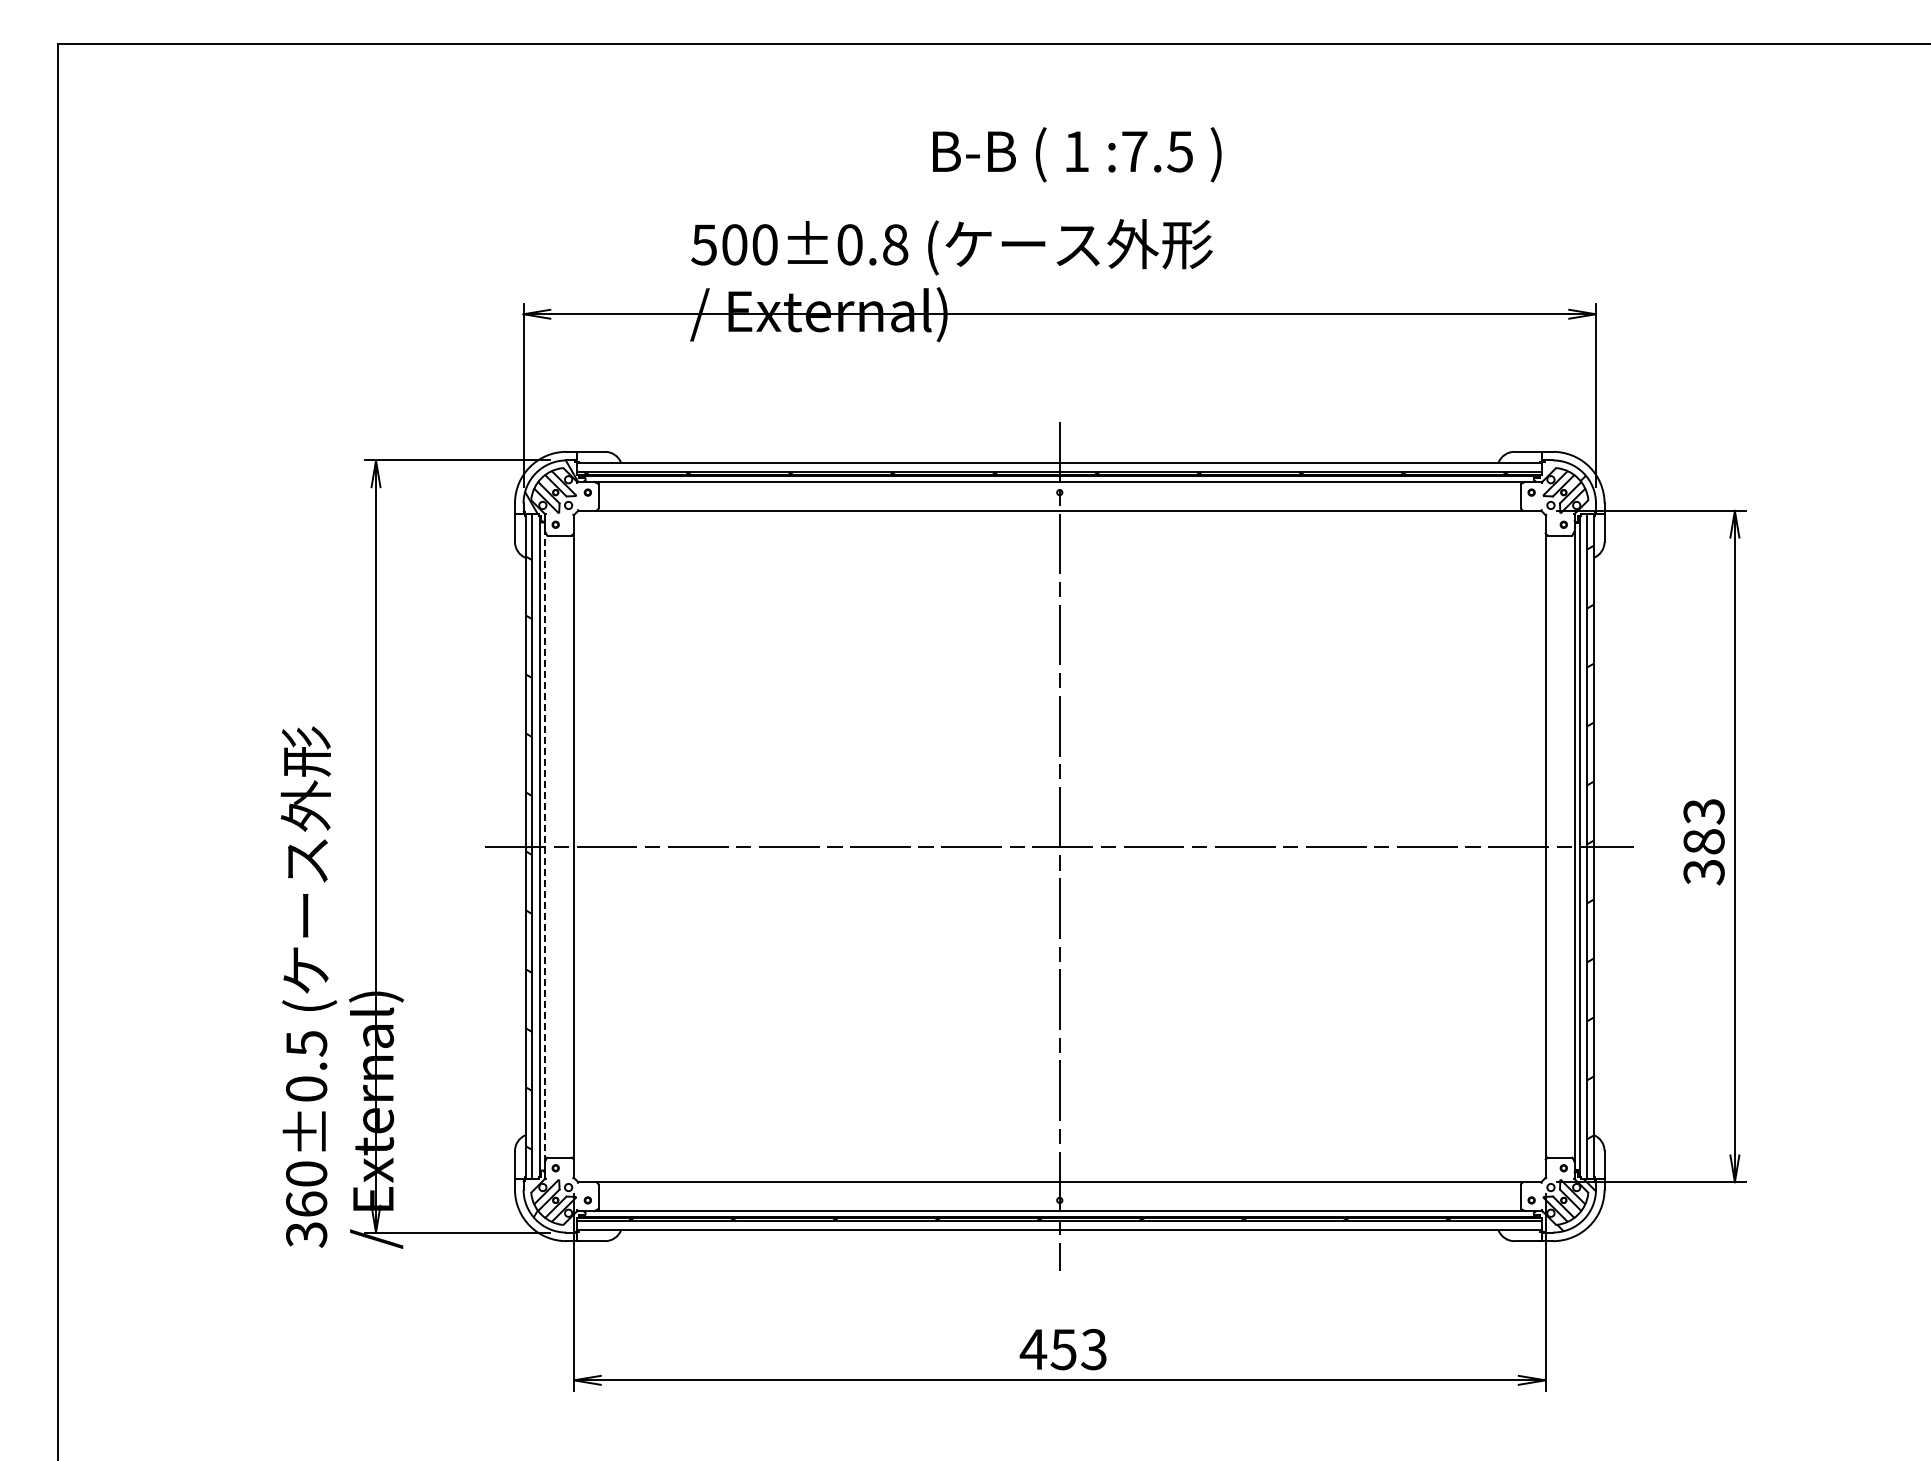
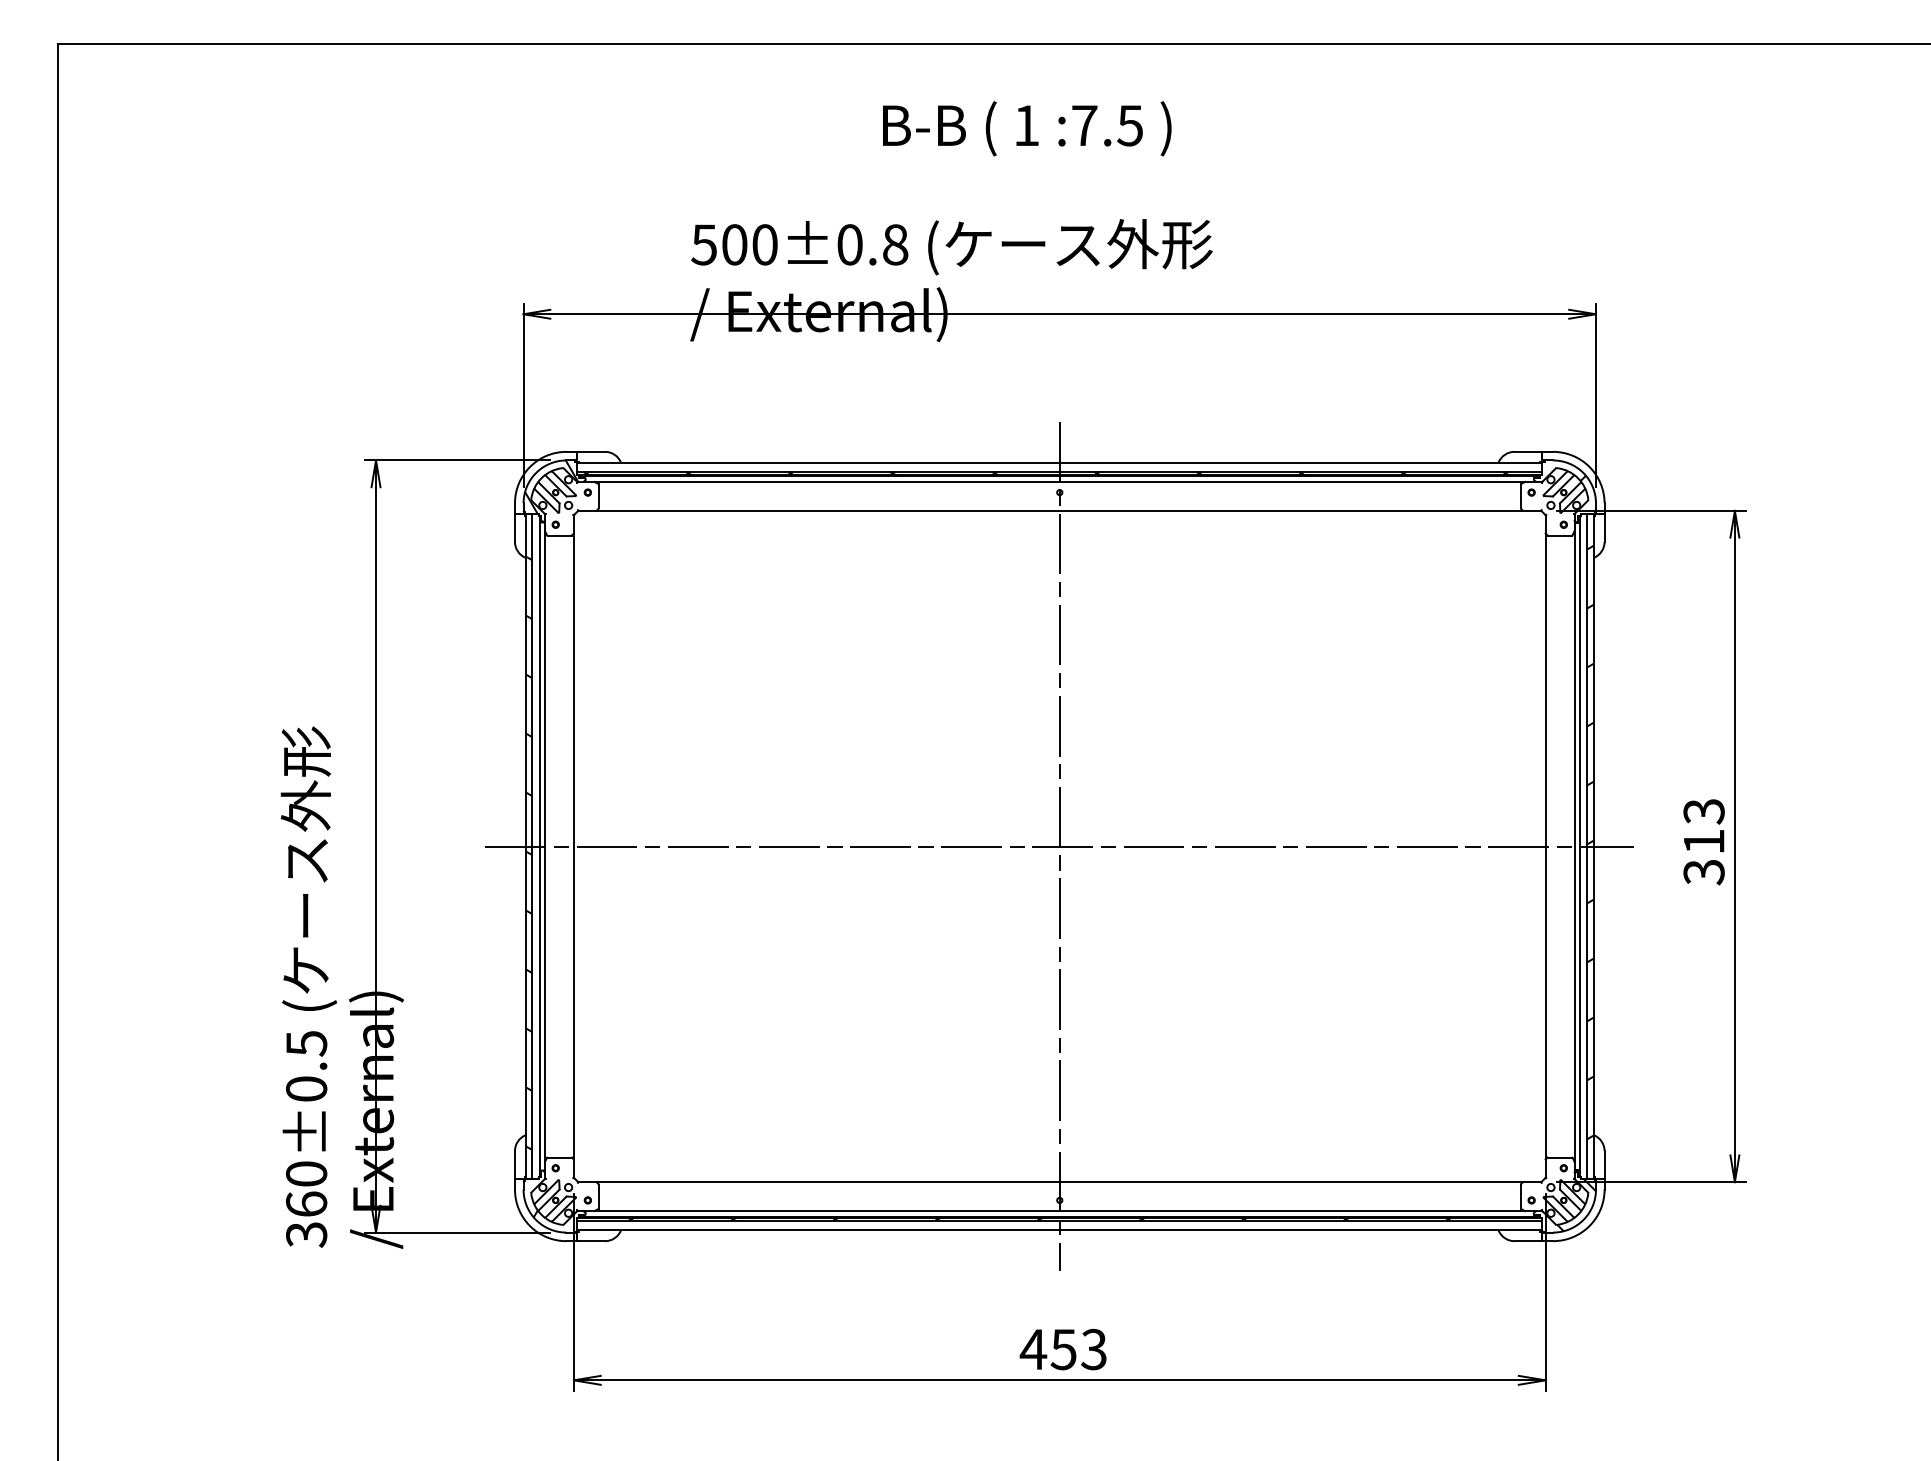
text at (1077, 154) position: (1077, 154) -> (1027, 128)
text at (1703, 841): 383 -> 313
line at (545, 846): dashed -> solid
